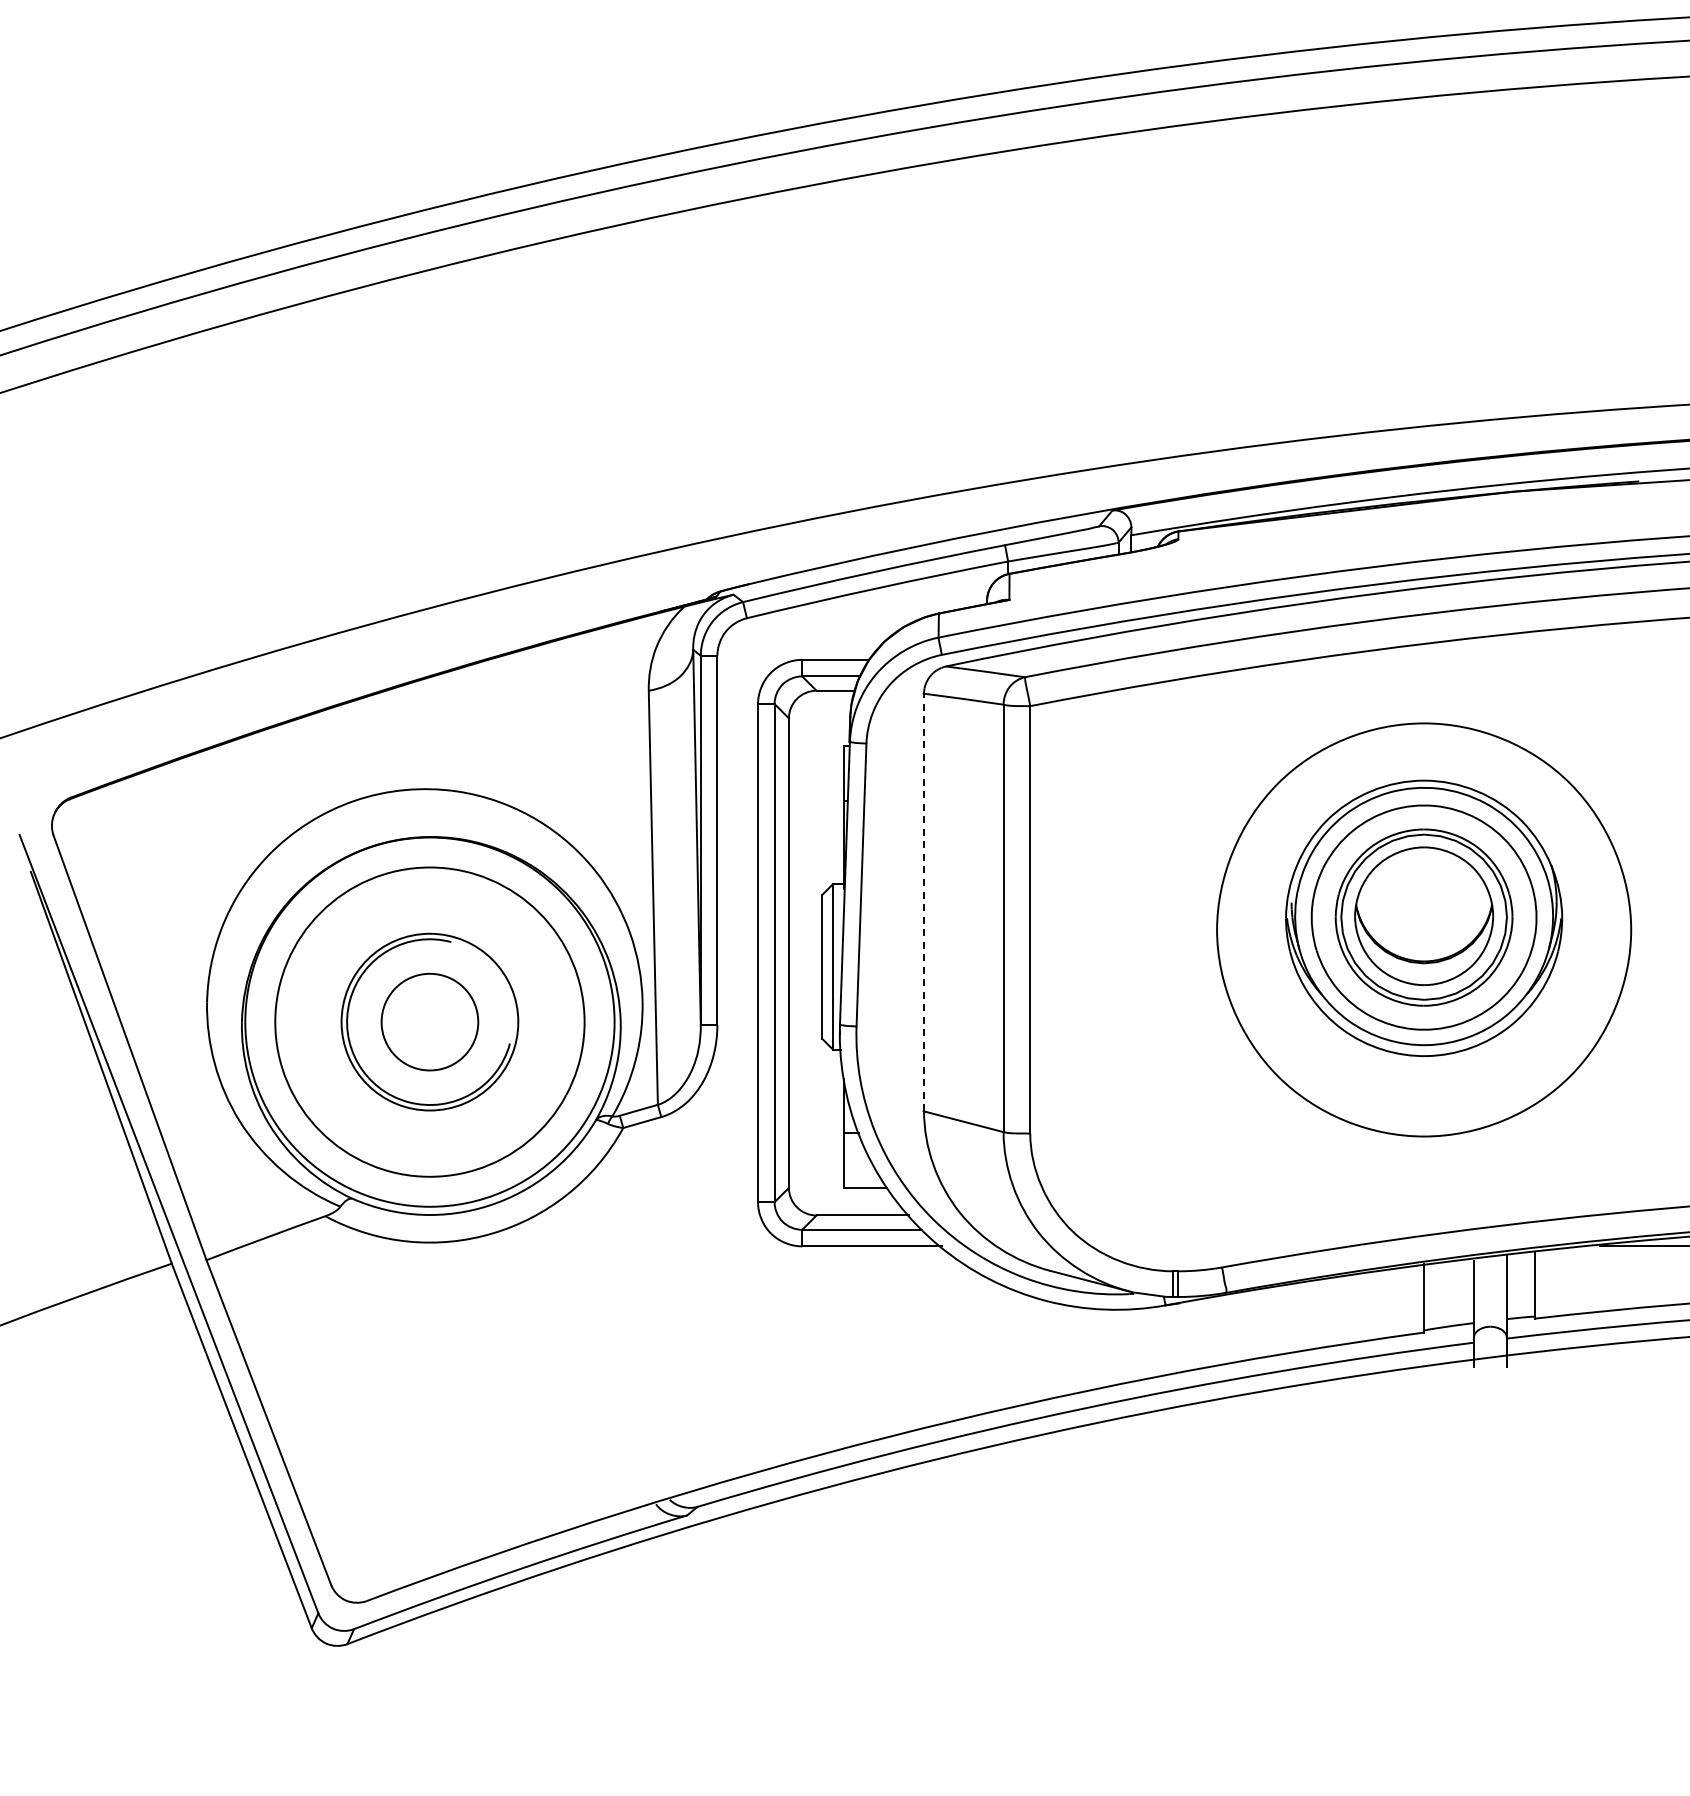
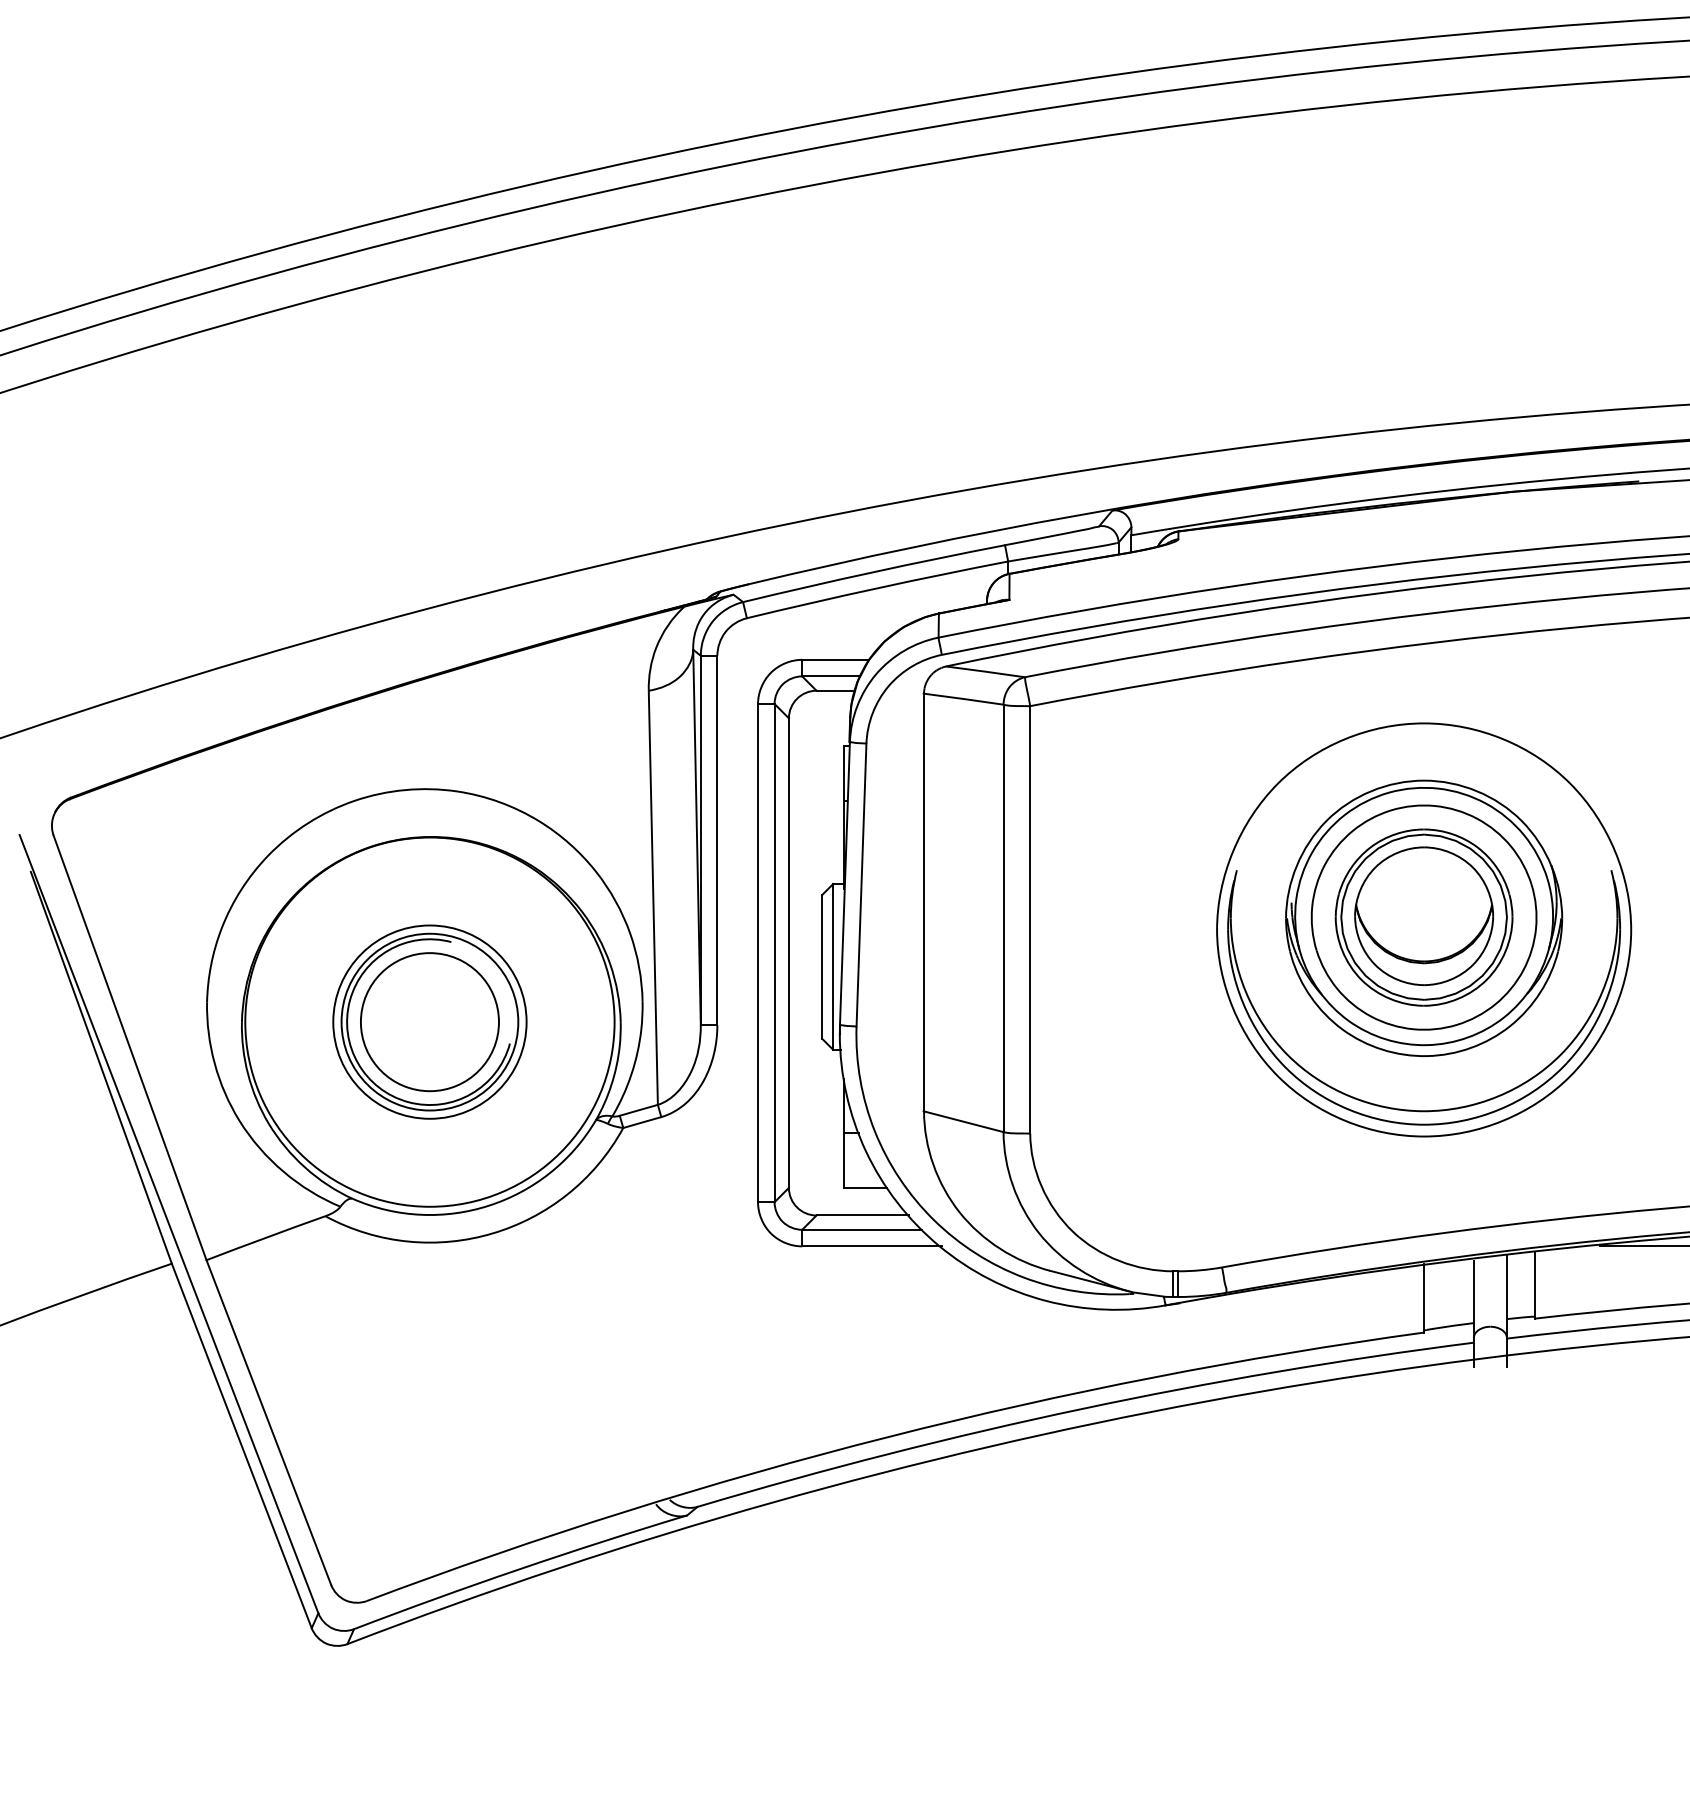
line at (924, 902): dashed -> solid
circle at (429, 1021) diameter: 309 px -> 193 px
circle at (429, 1021) diameter: 97 px -> 138 px
part at (1436, 1109): none -> present
